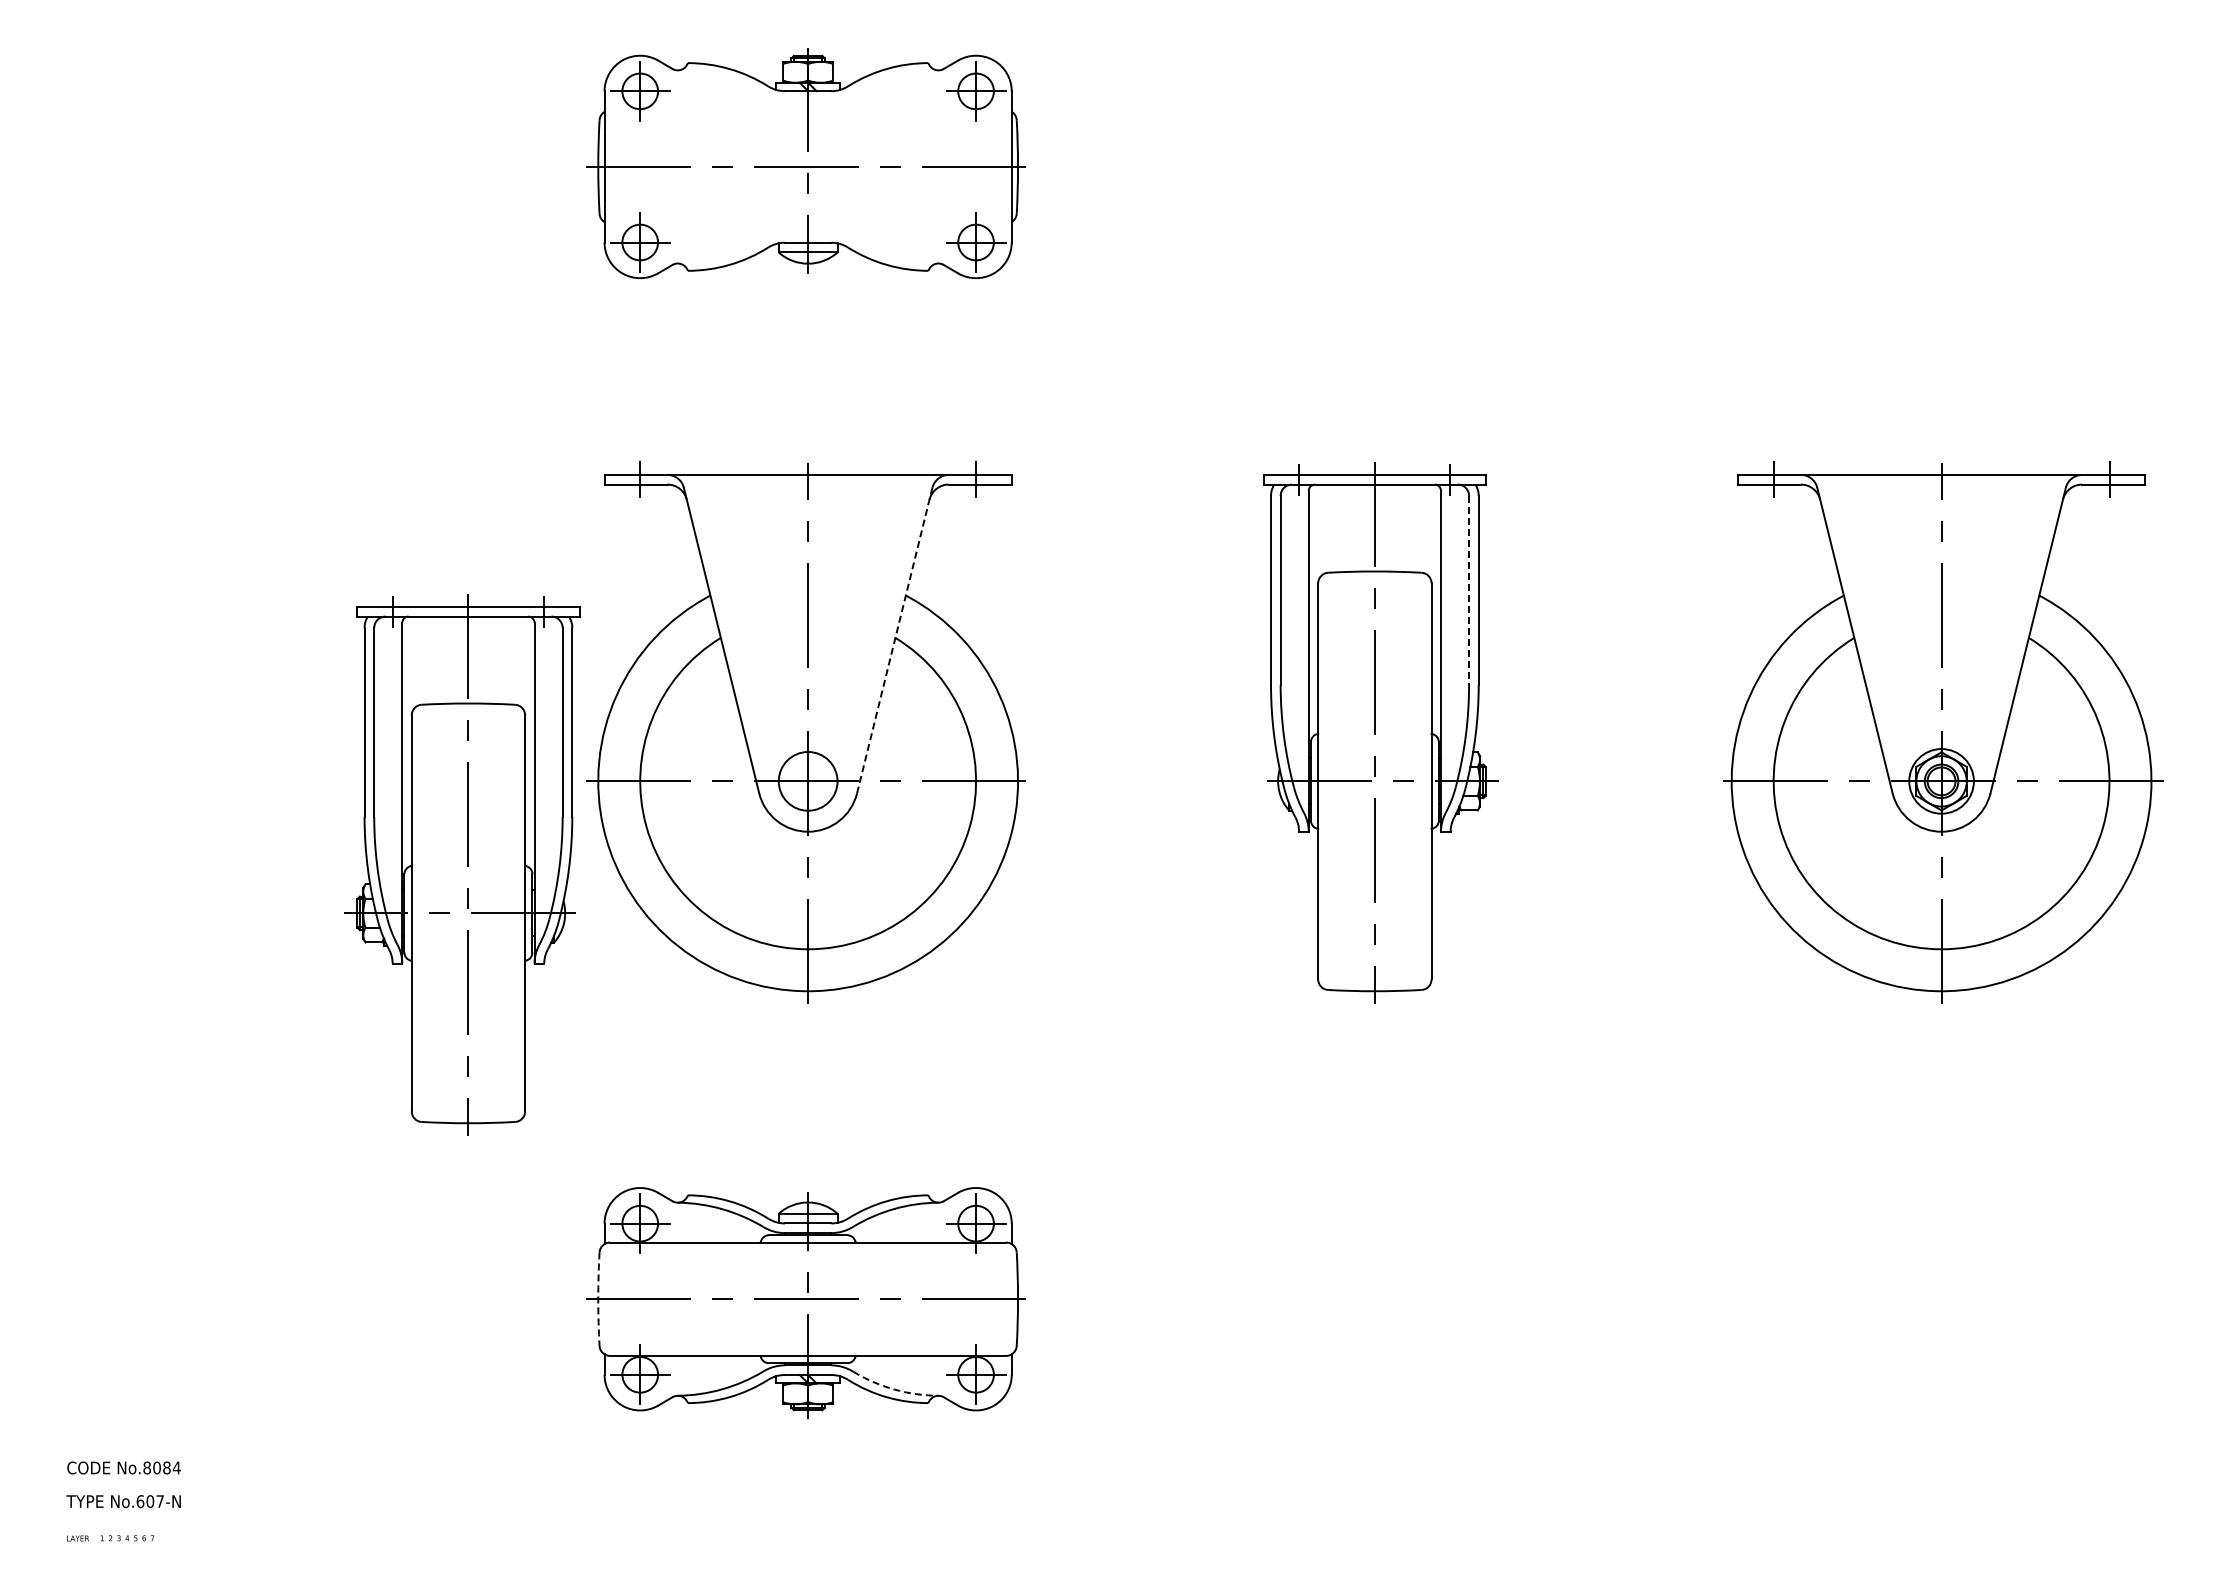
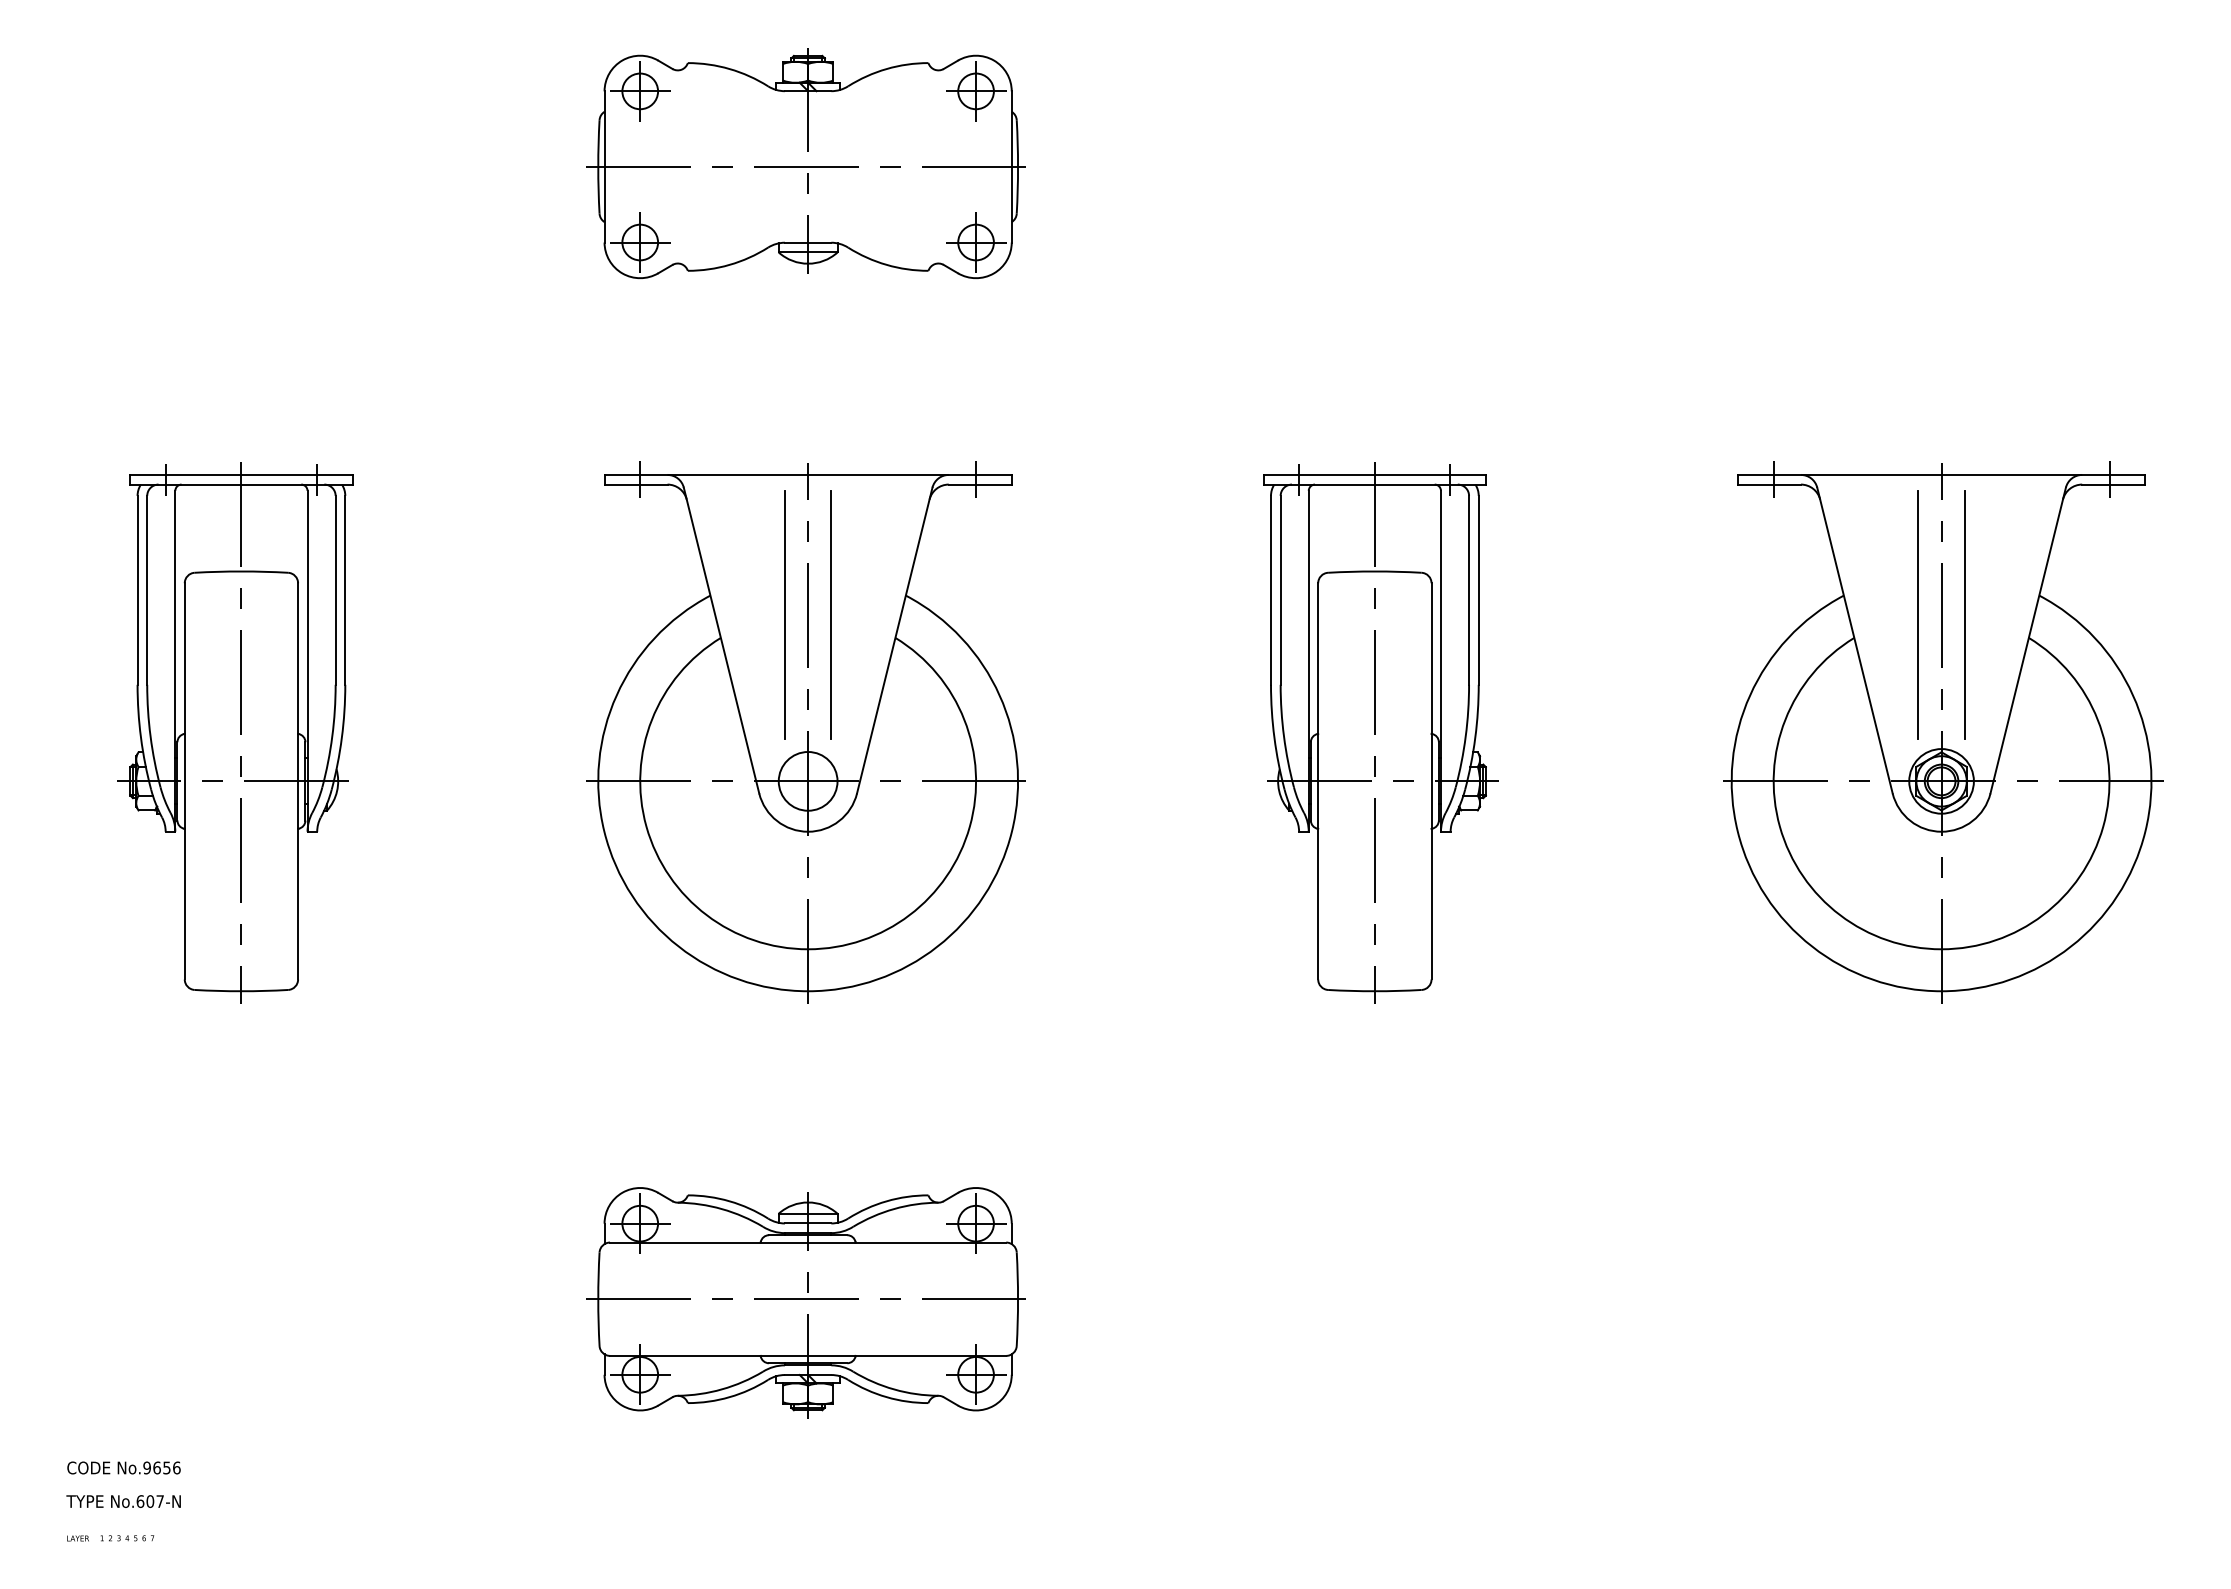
line at (1469, 590): dashed -> solid
line at (784, 614): none -> present
line at (831, 614): none -> present
line at (1918, 614): none -> present
line at (1964, 614): none -> present
line at (894, 641): dashed -> solid
part at (462, 864) position: (462, 864) -> (235, 732)
arc at (598, 1299): dashed -> solid
arc at (894, 1389): dashed -> solid
text at (161, 1467): No.8084 -> No.9656
